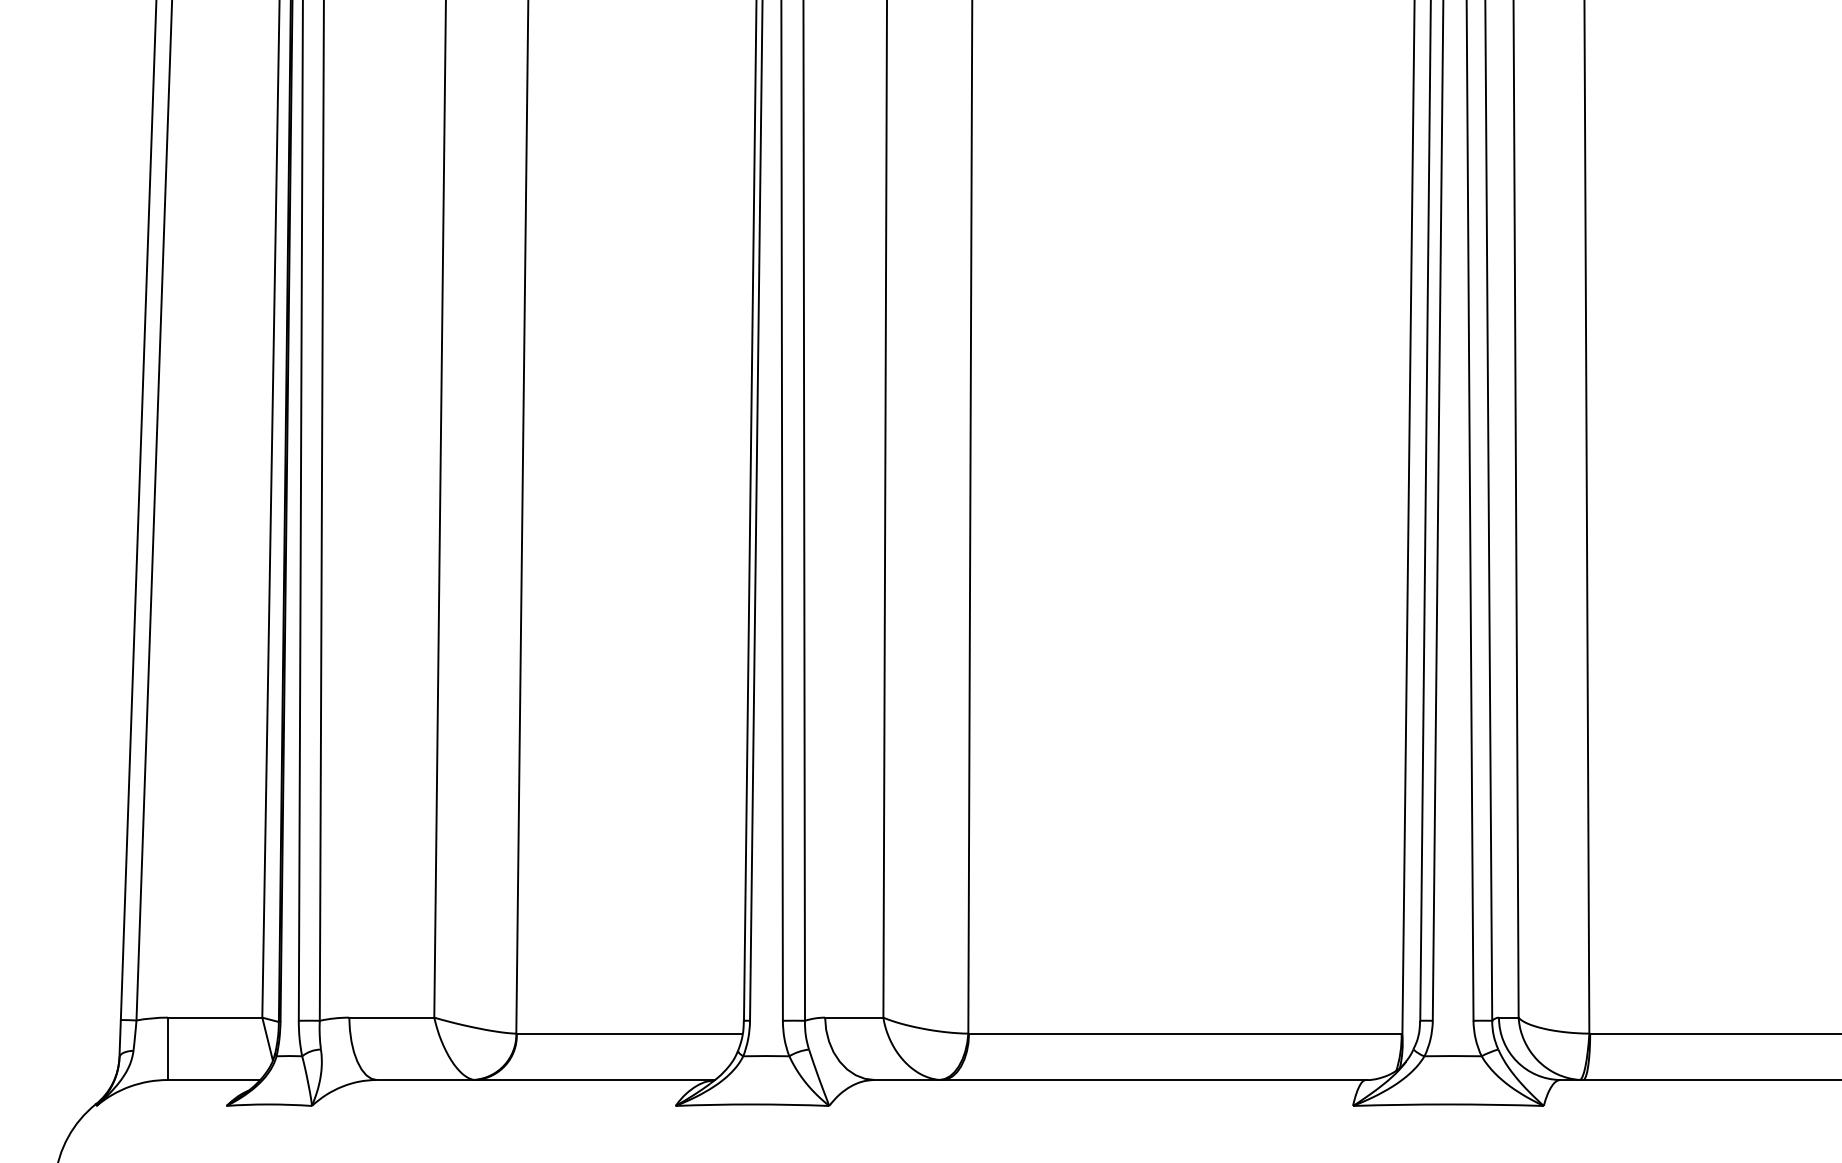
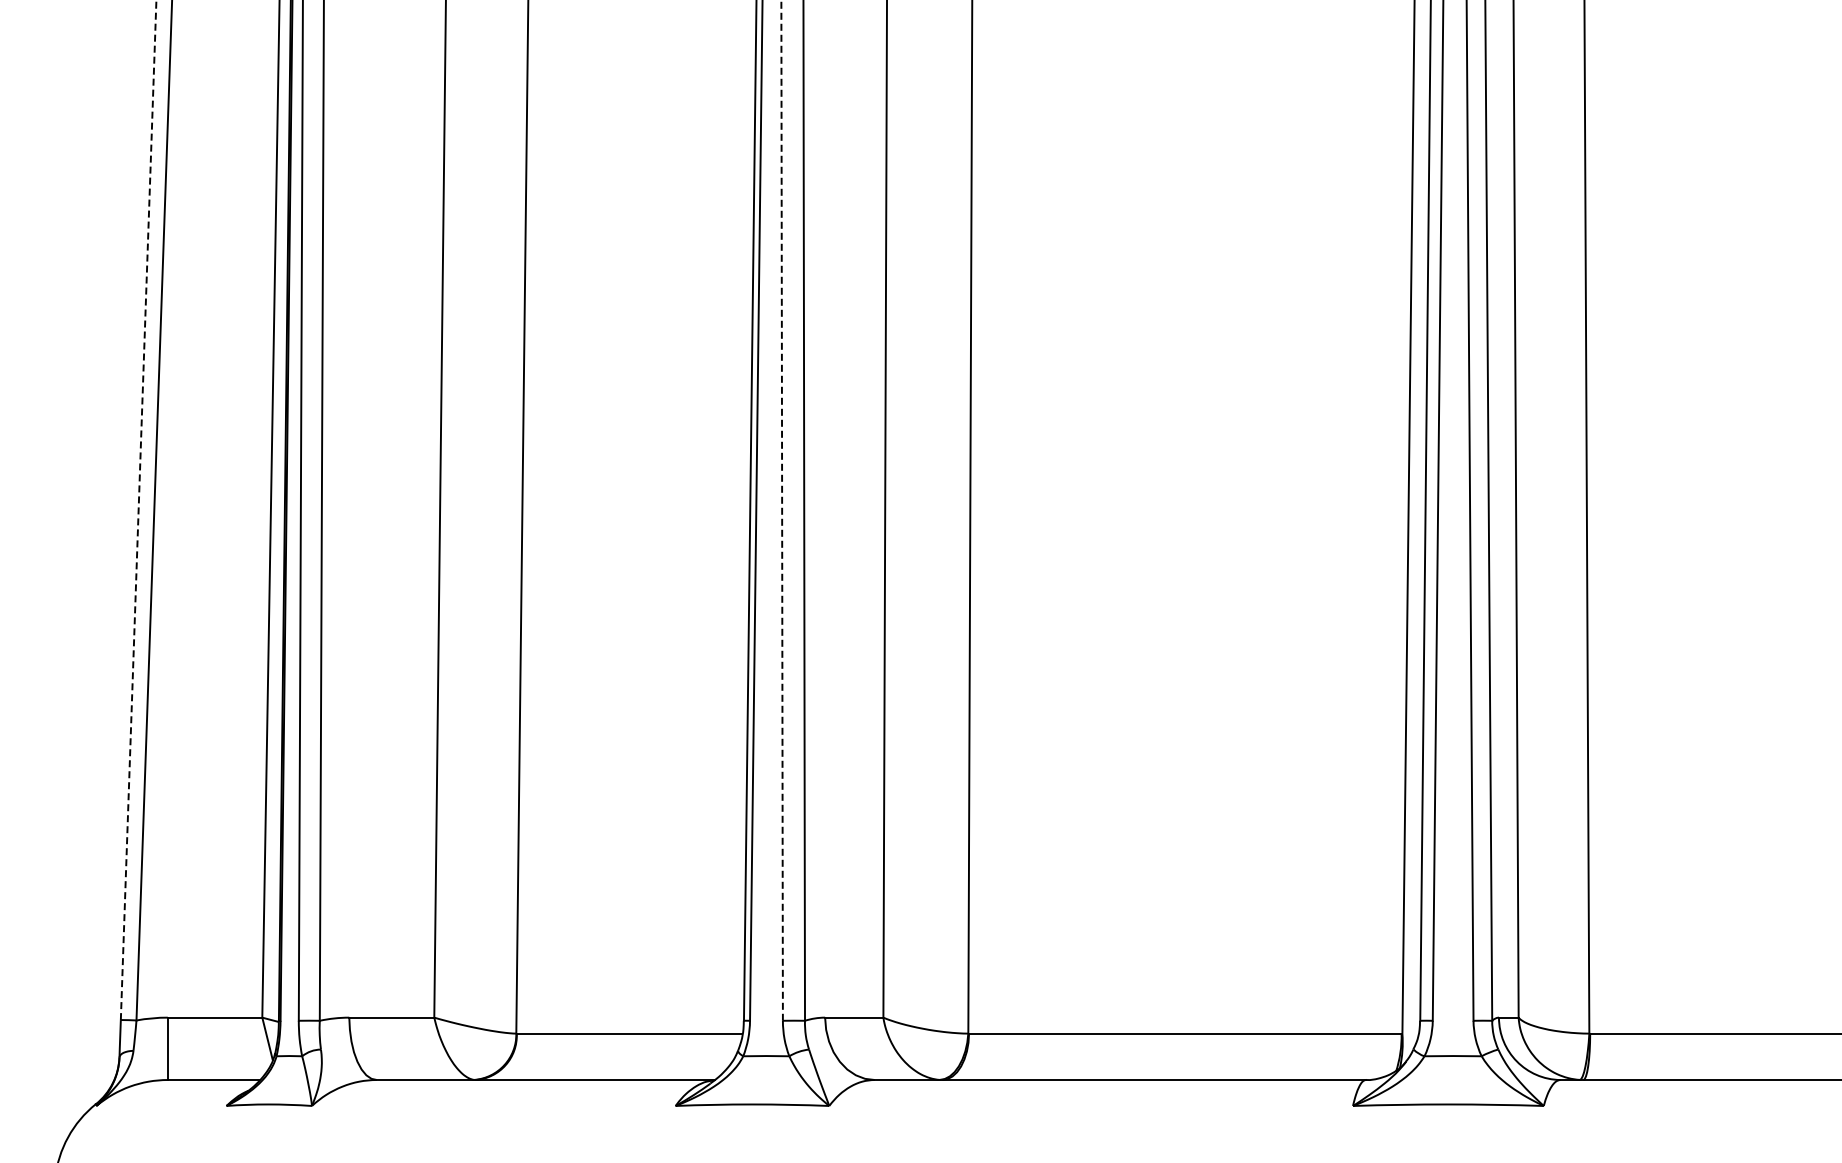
line at (138, 509): solid -> dashed
line at (782, 510): solid -> dashed
